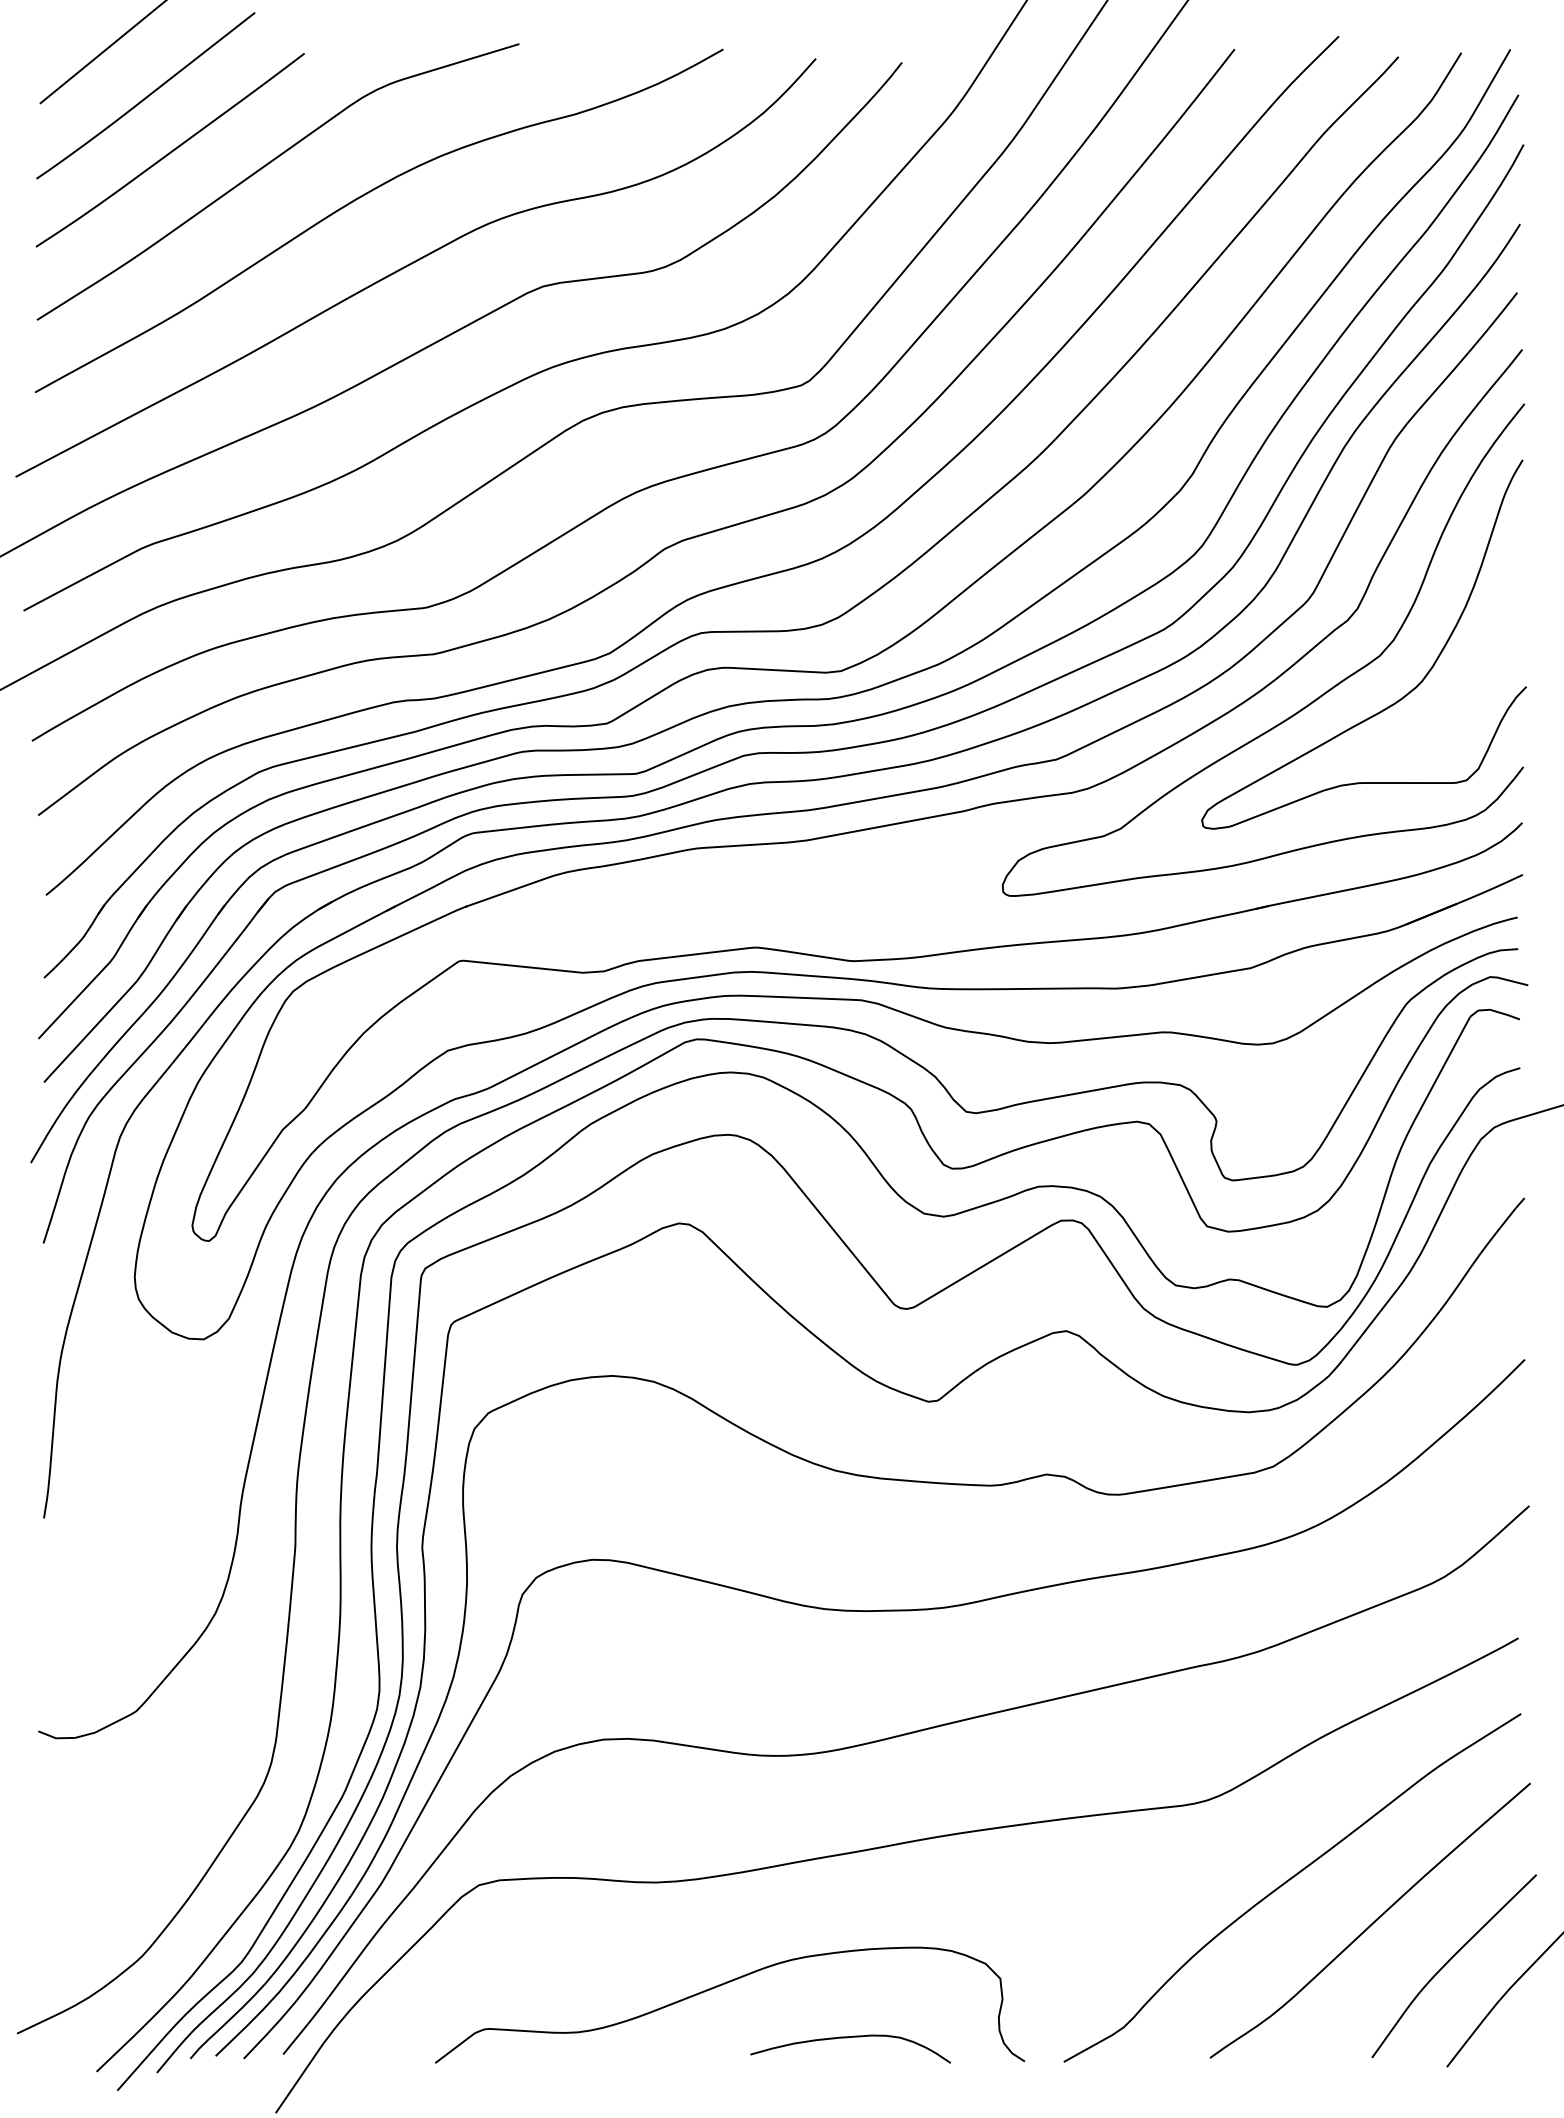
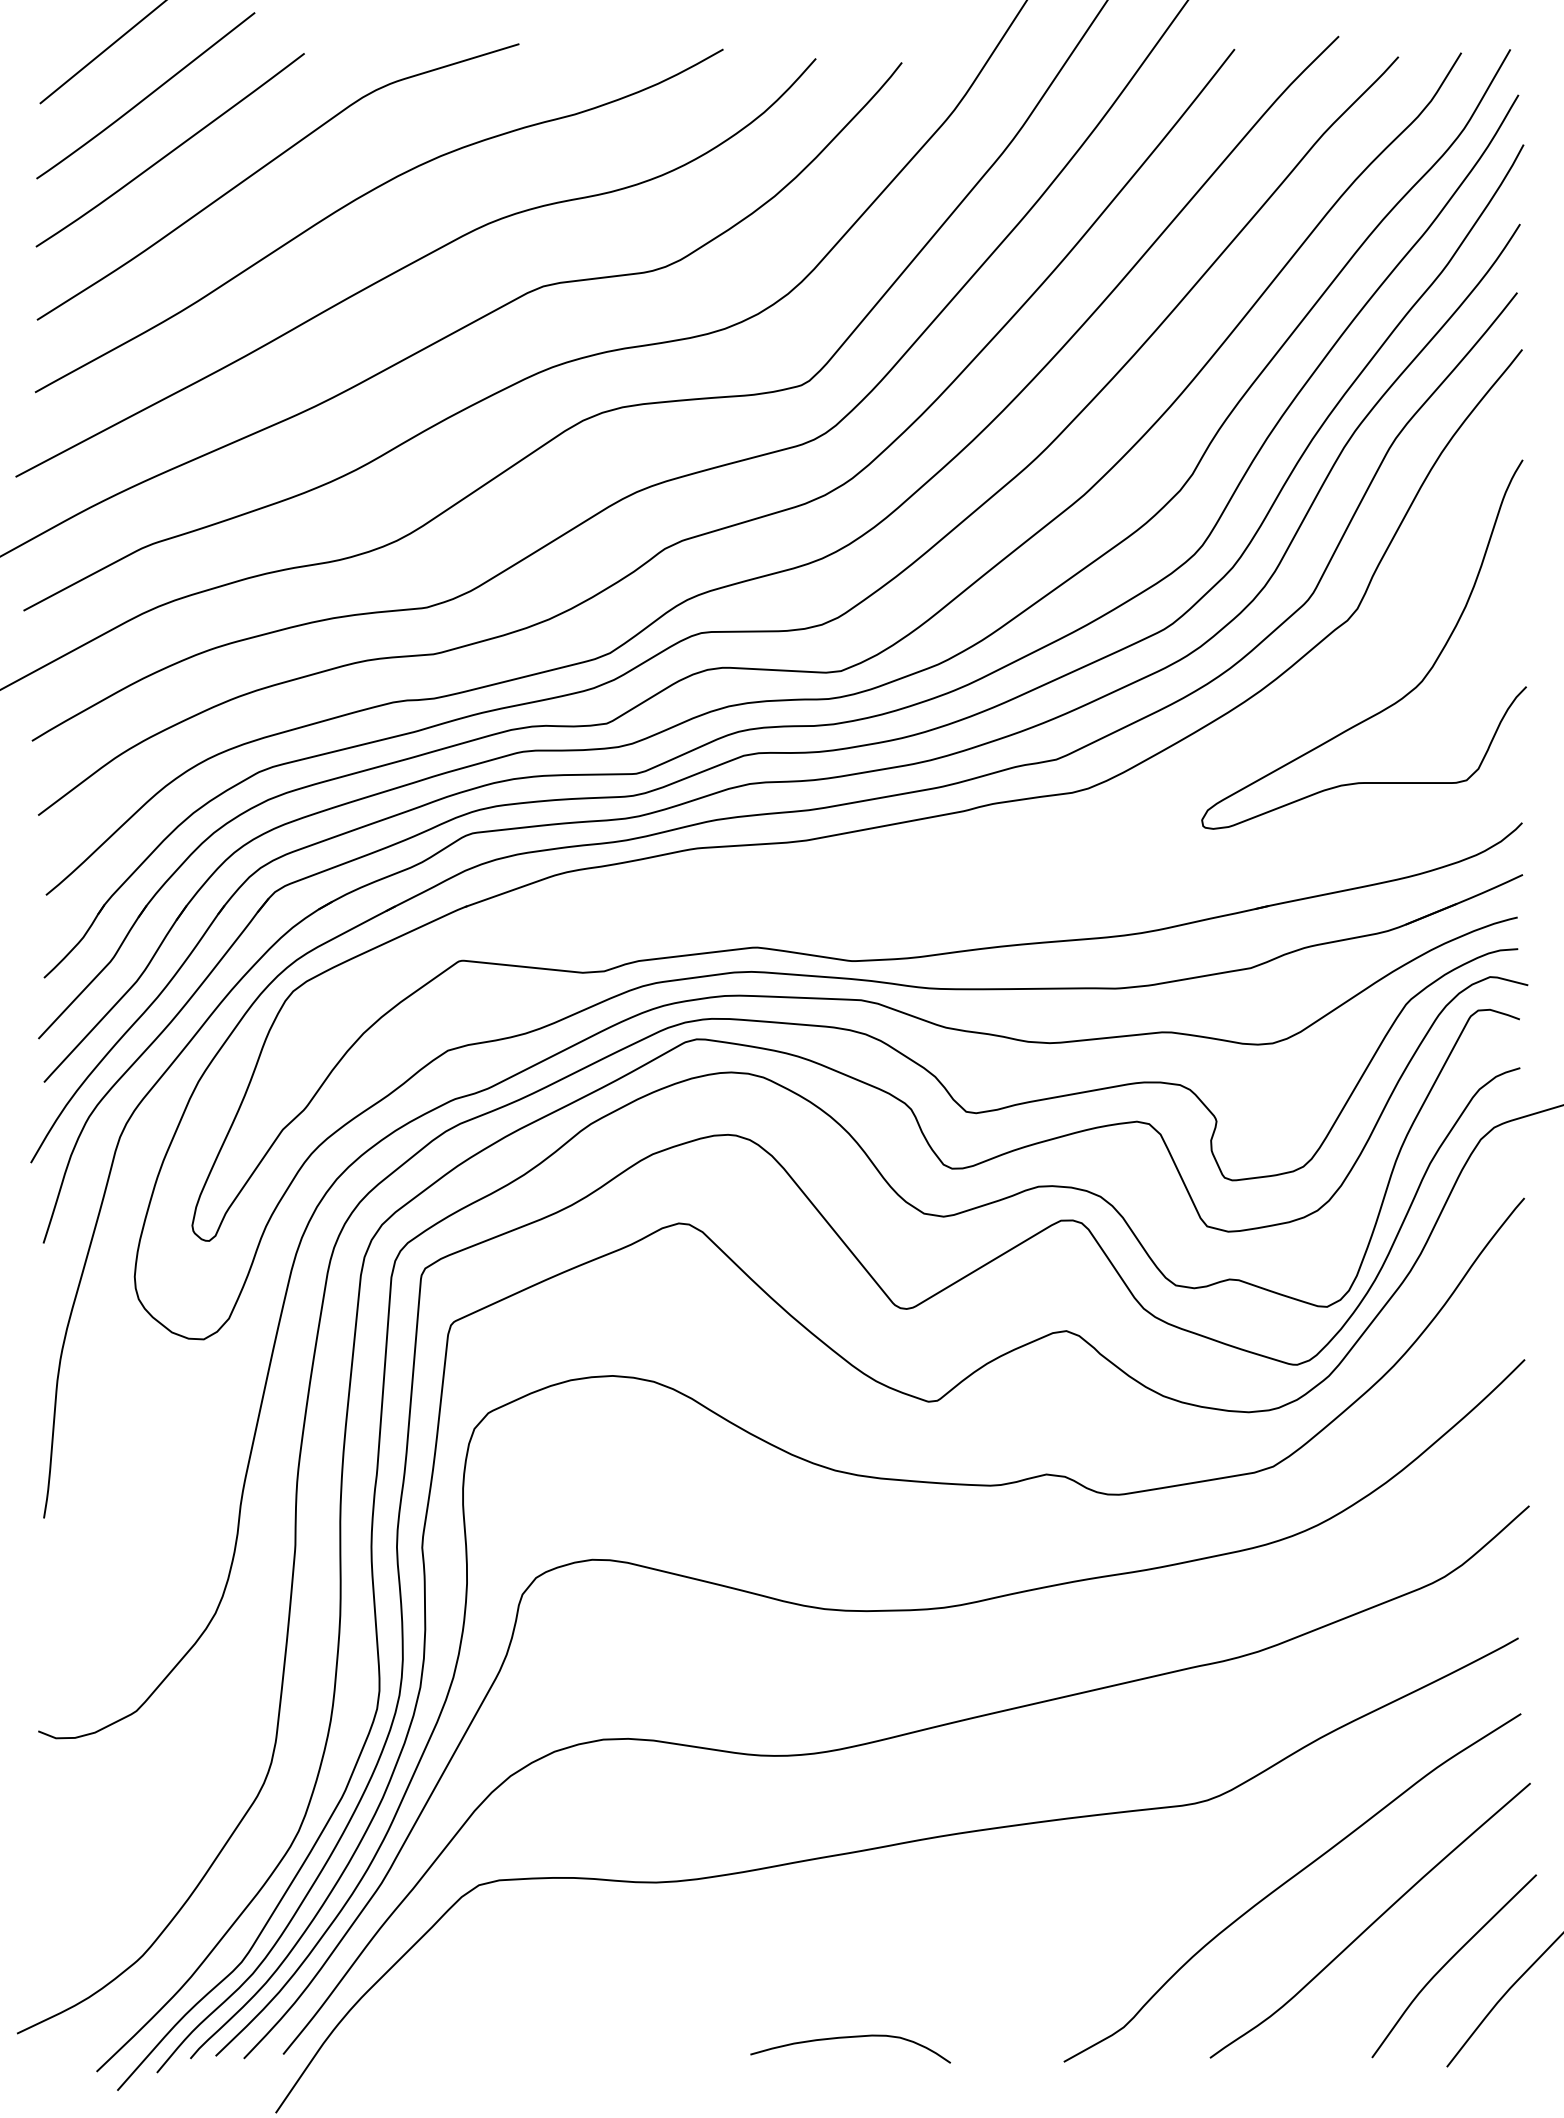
curve at (1301, 708): present -> none
curve at (720, 1986): present -> none
